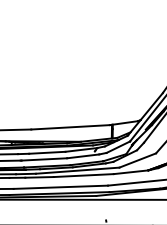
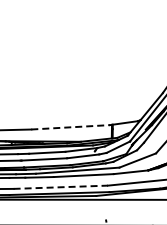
line at (71, 127): solid -> dashed
line at (61, 187): solid -> dashed
